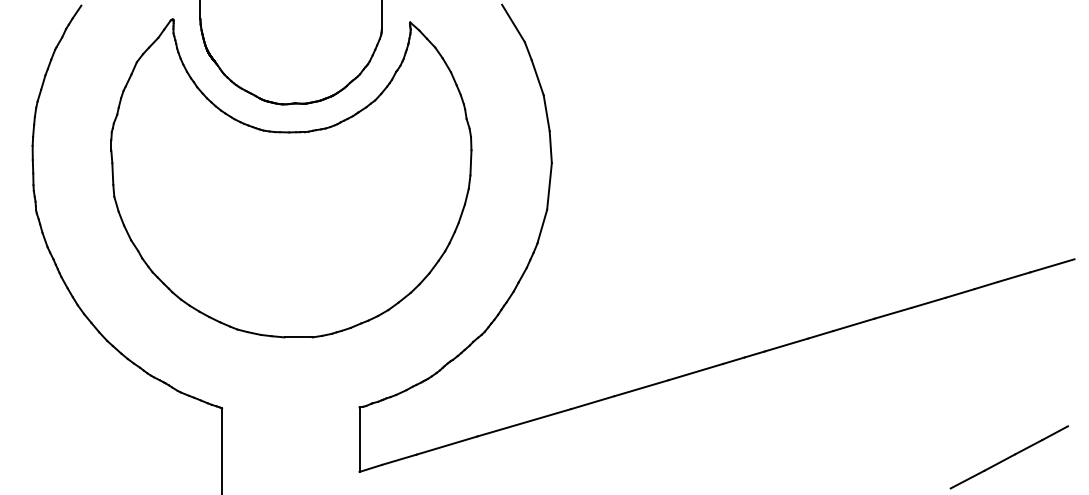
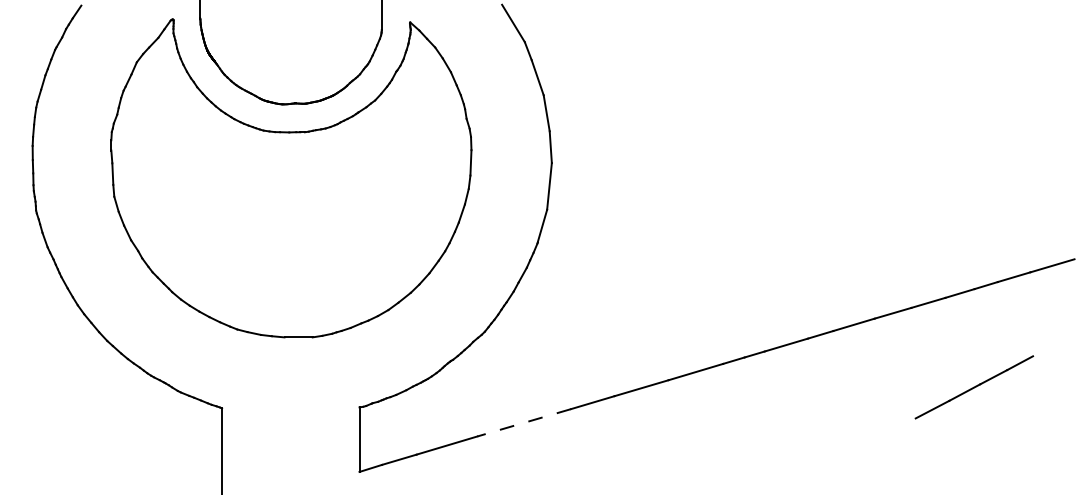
line at (524, 422): solid -> dashed
line at (1009, 457) position: (1009, 457) -> (974, 387)
